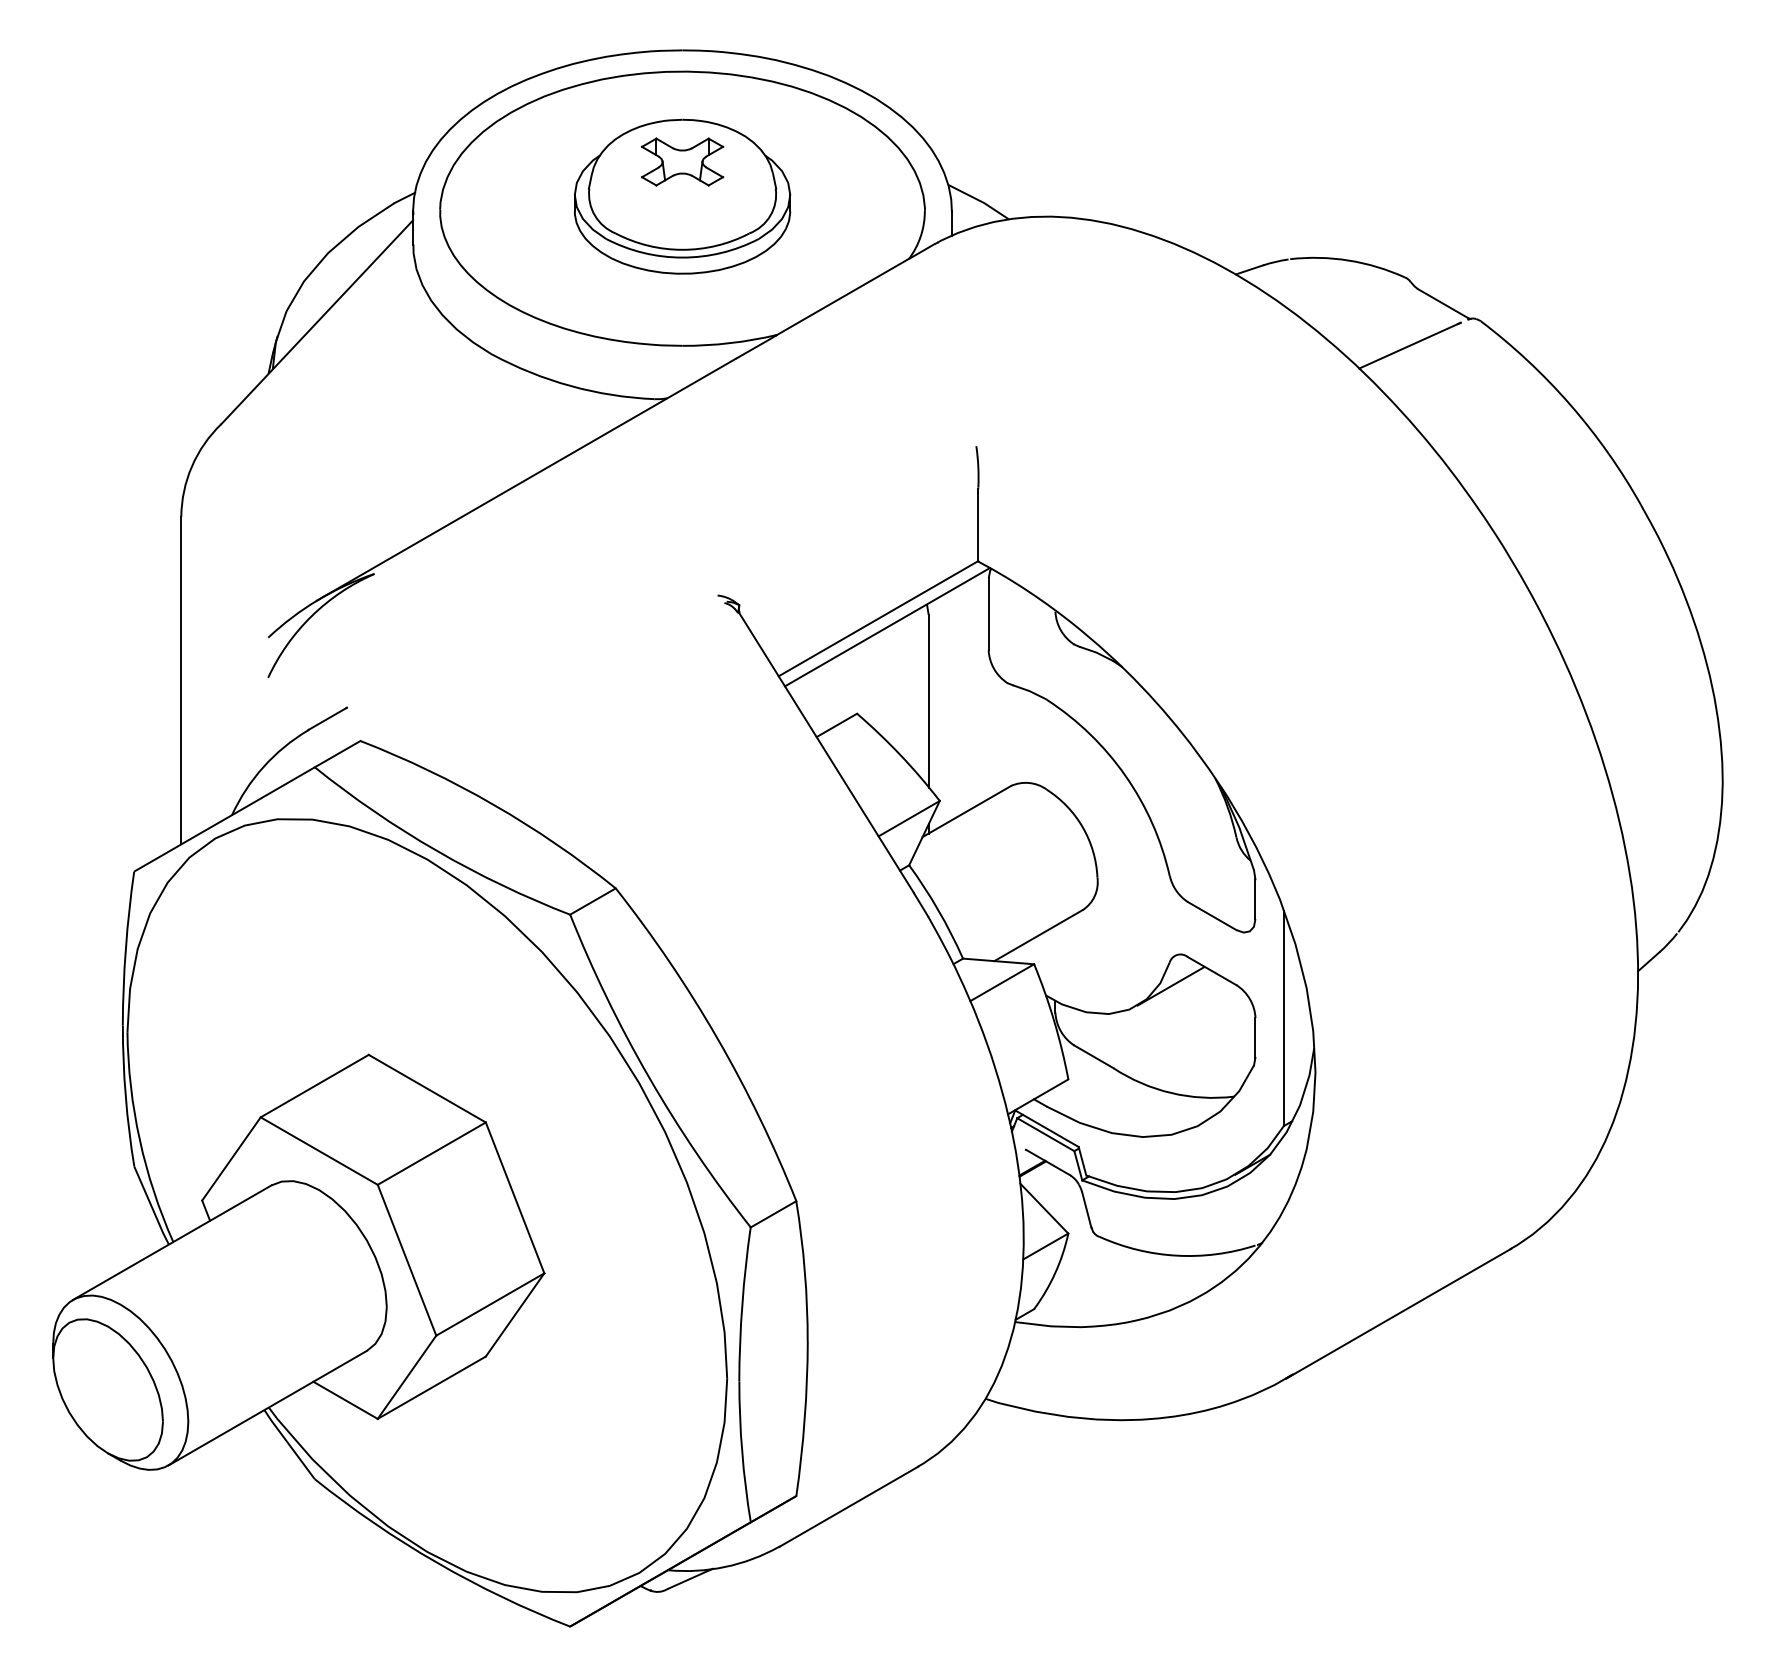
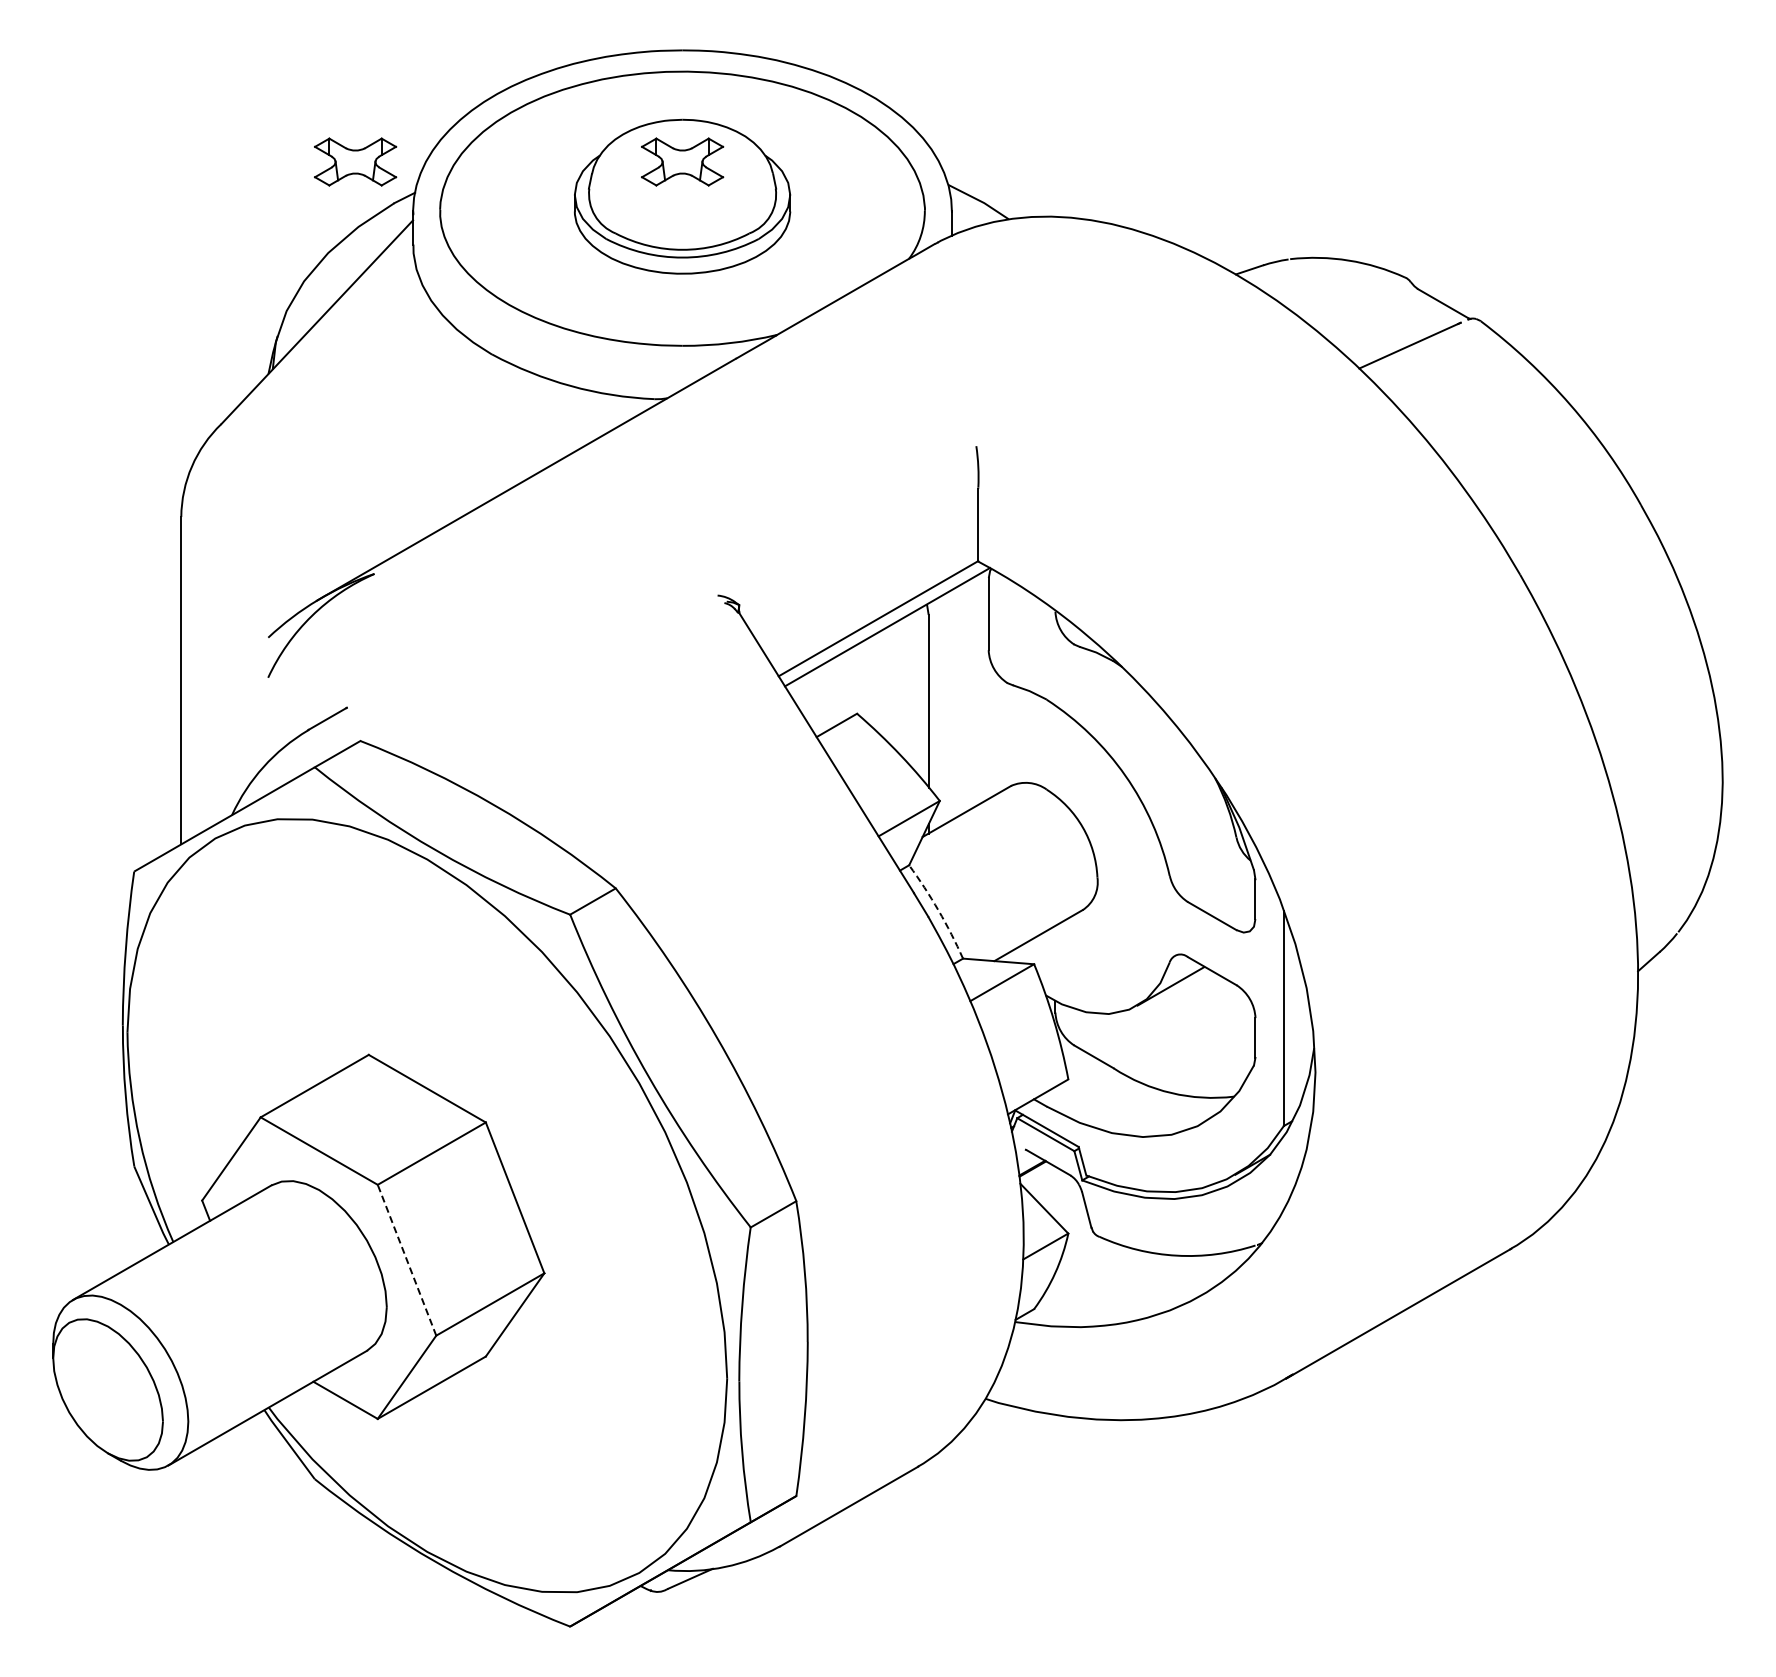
part at (355, 161): none -> present
arc at (938, 910): solid -> dashed
line at (407, 1260): solid -> dashed
